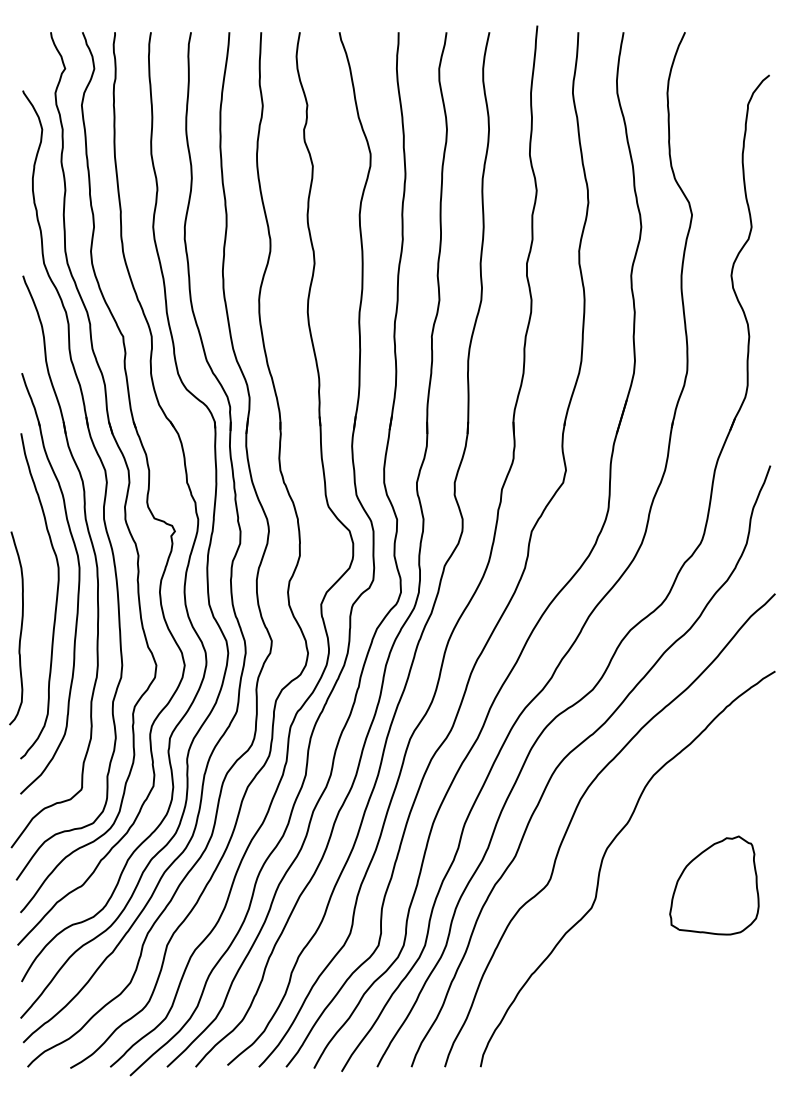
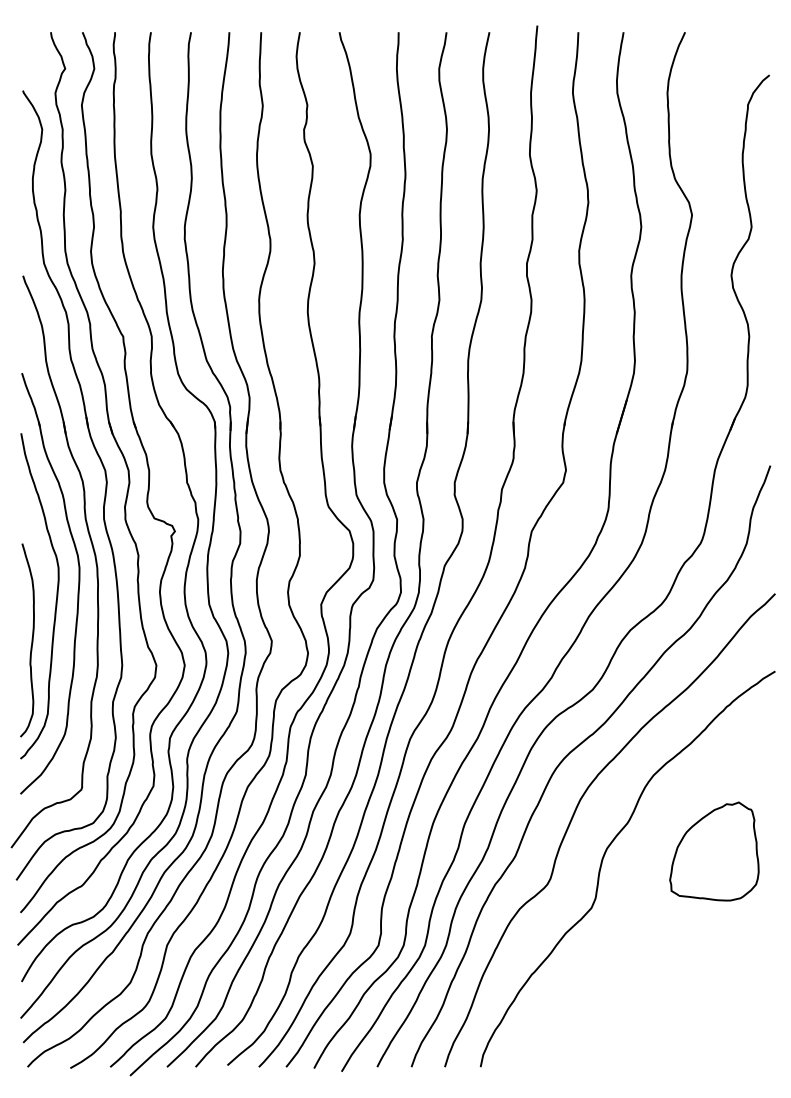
curve at (20, 628) position: (20, 628) -> (31, 640)
part at (714, 885) position: (714, 885) -> (714, 851)
